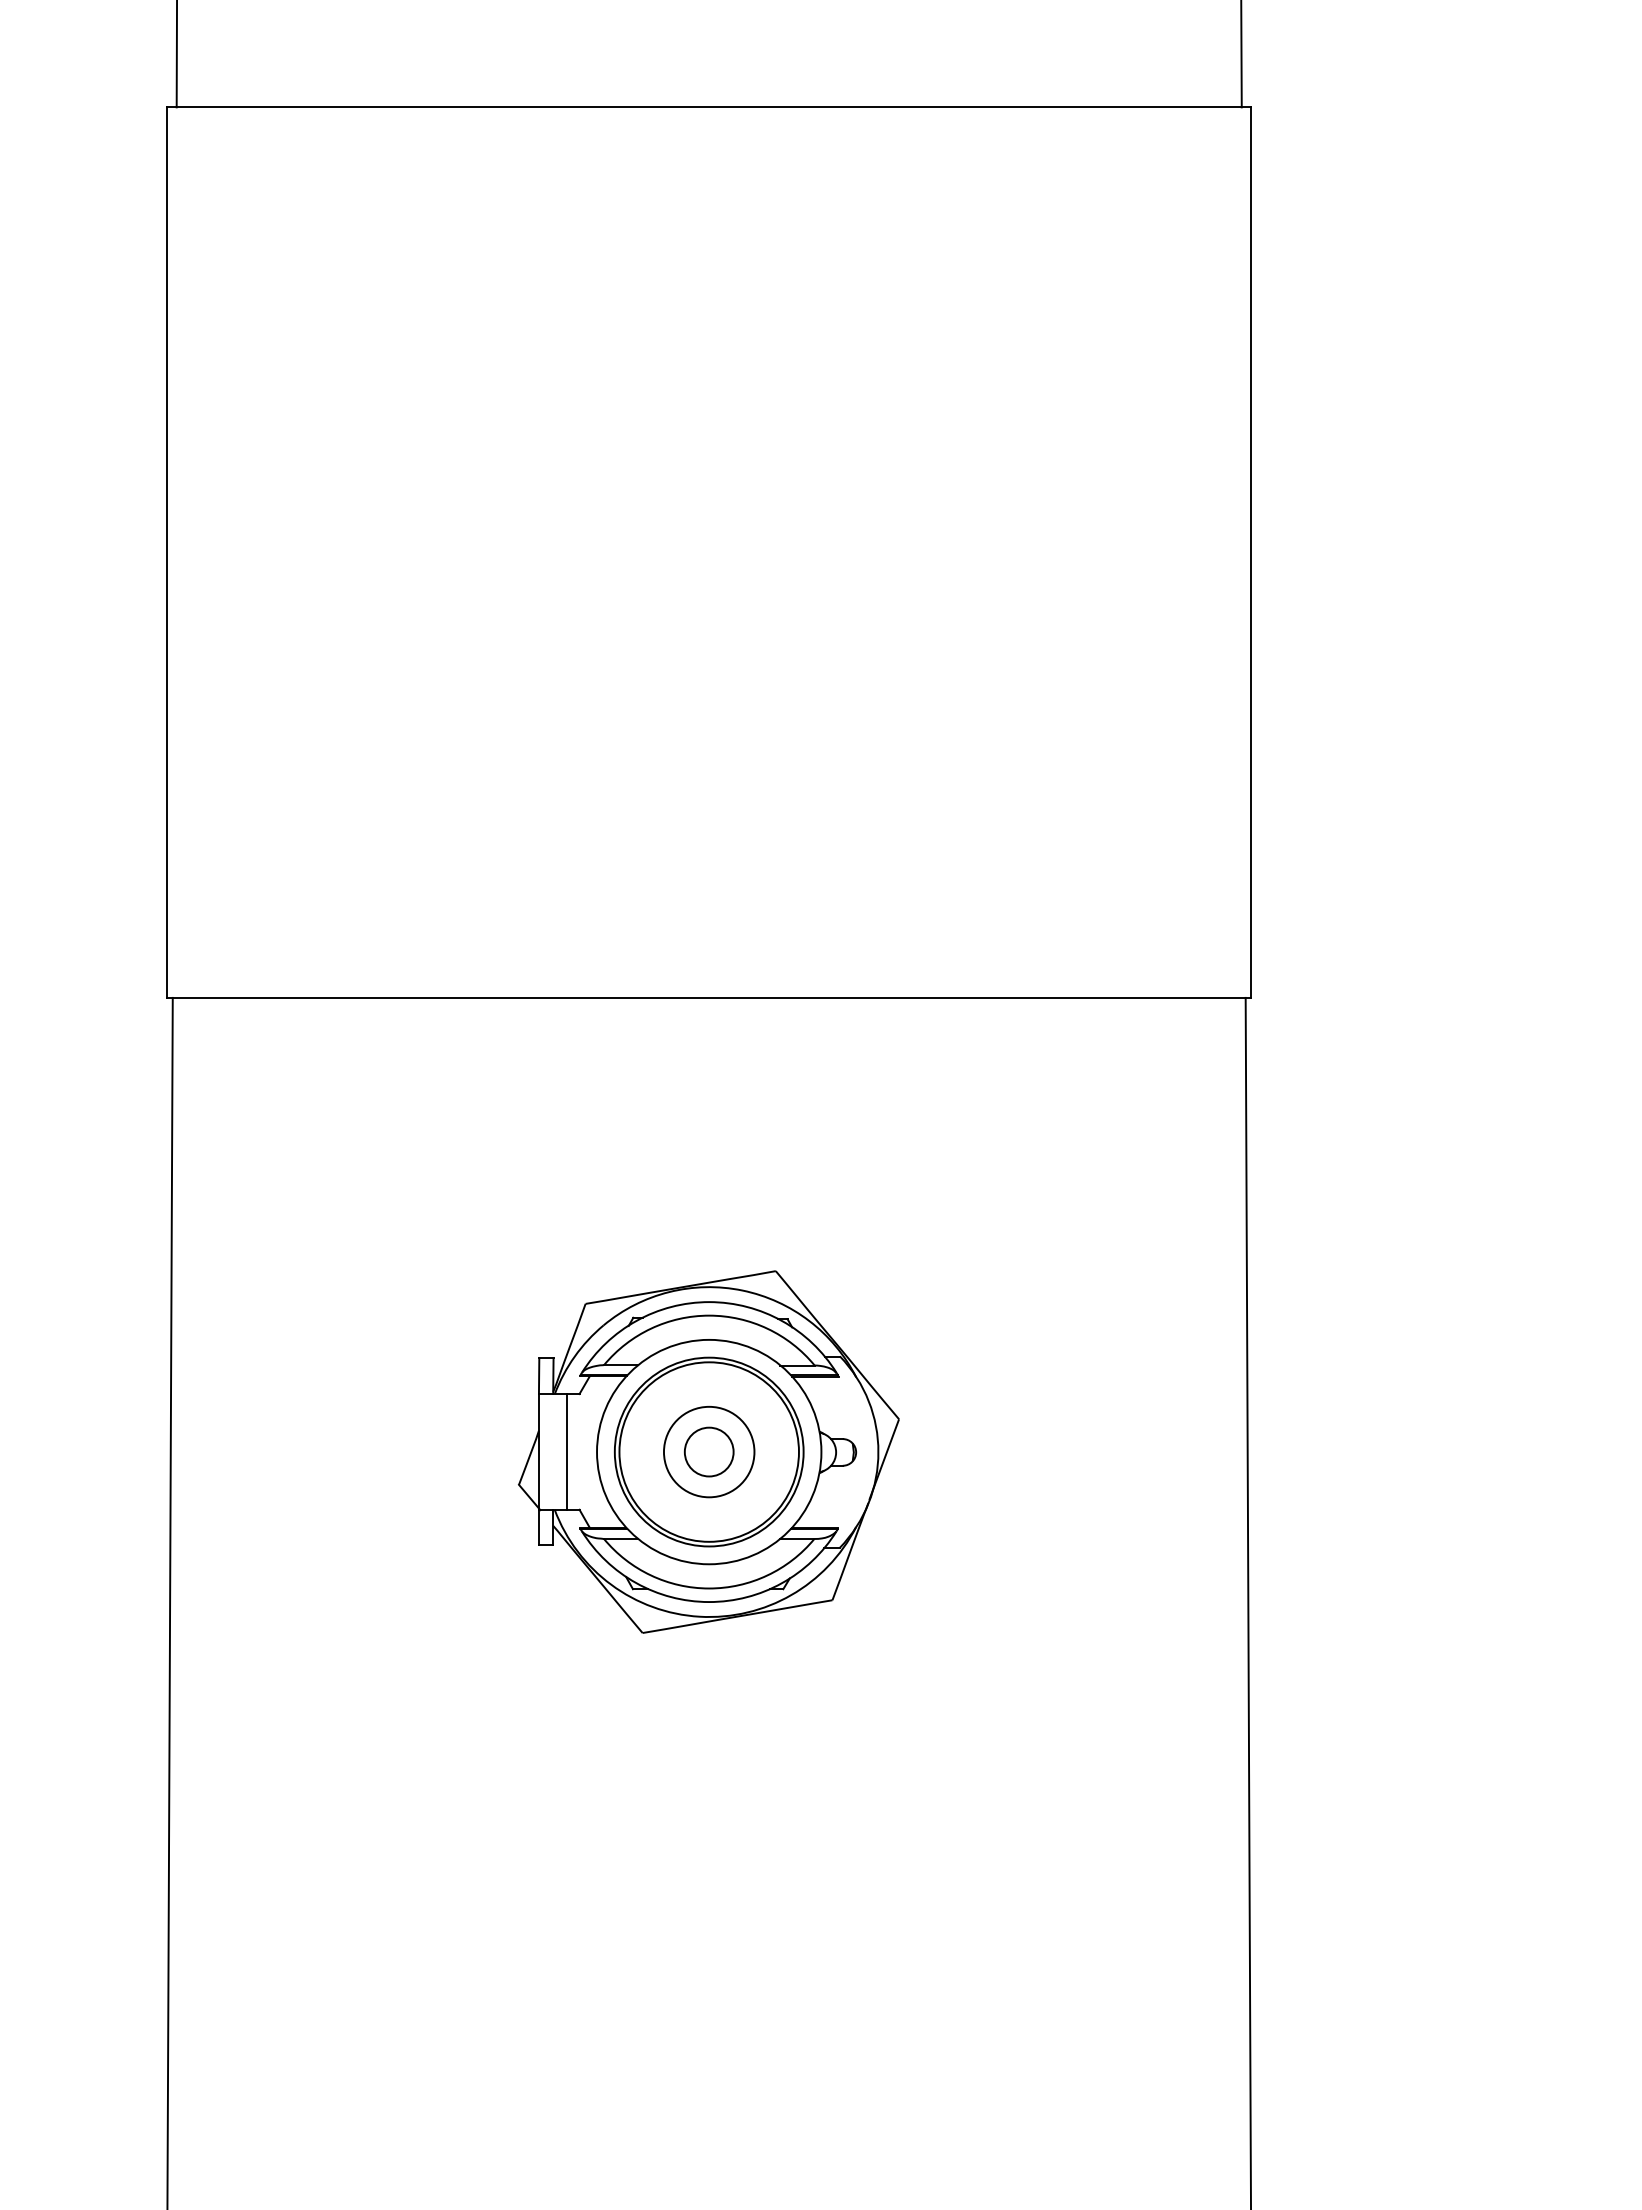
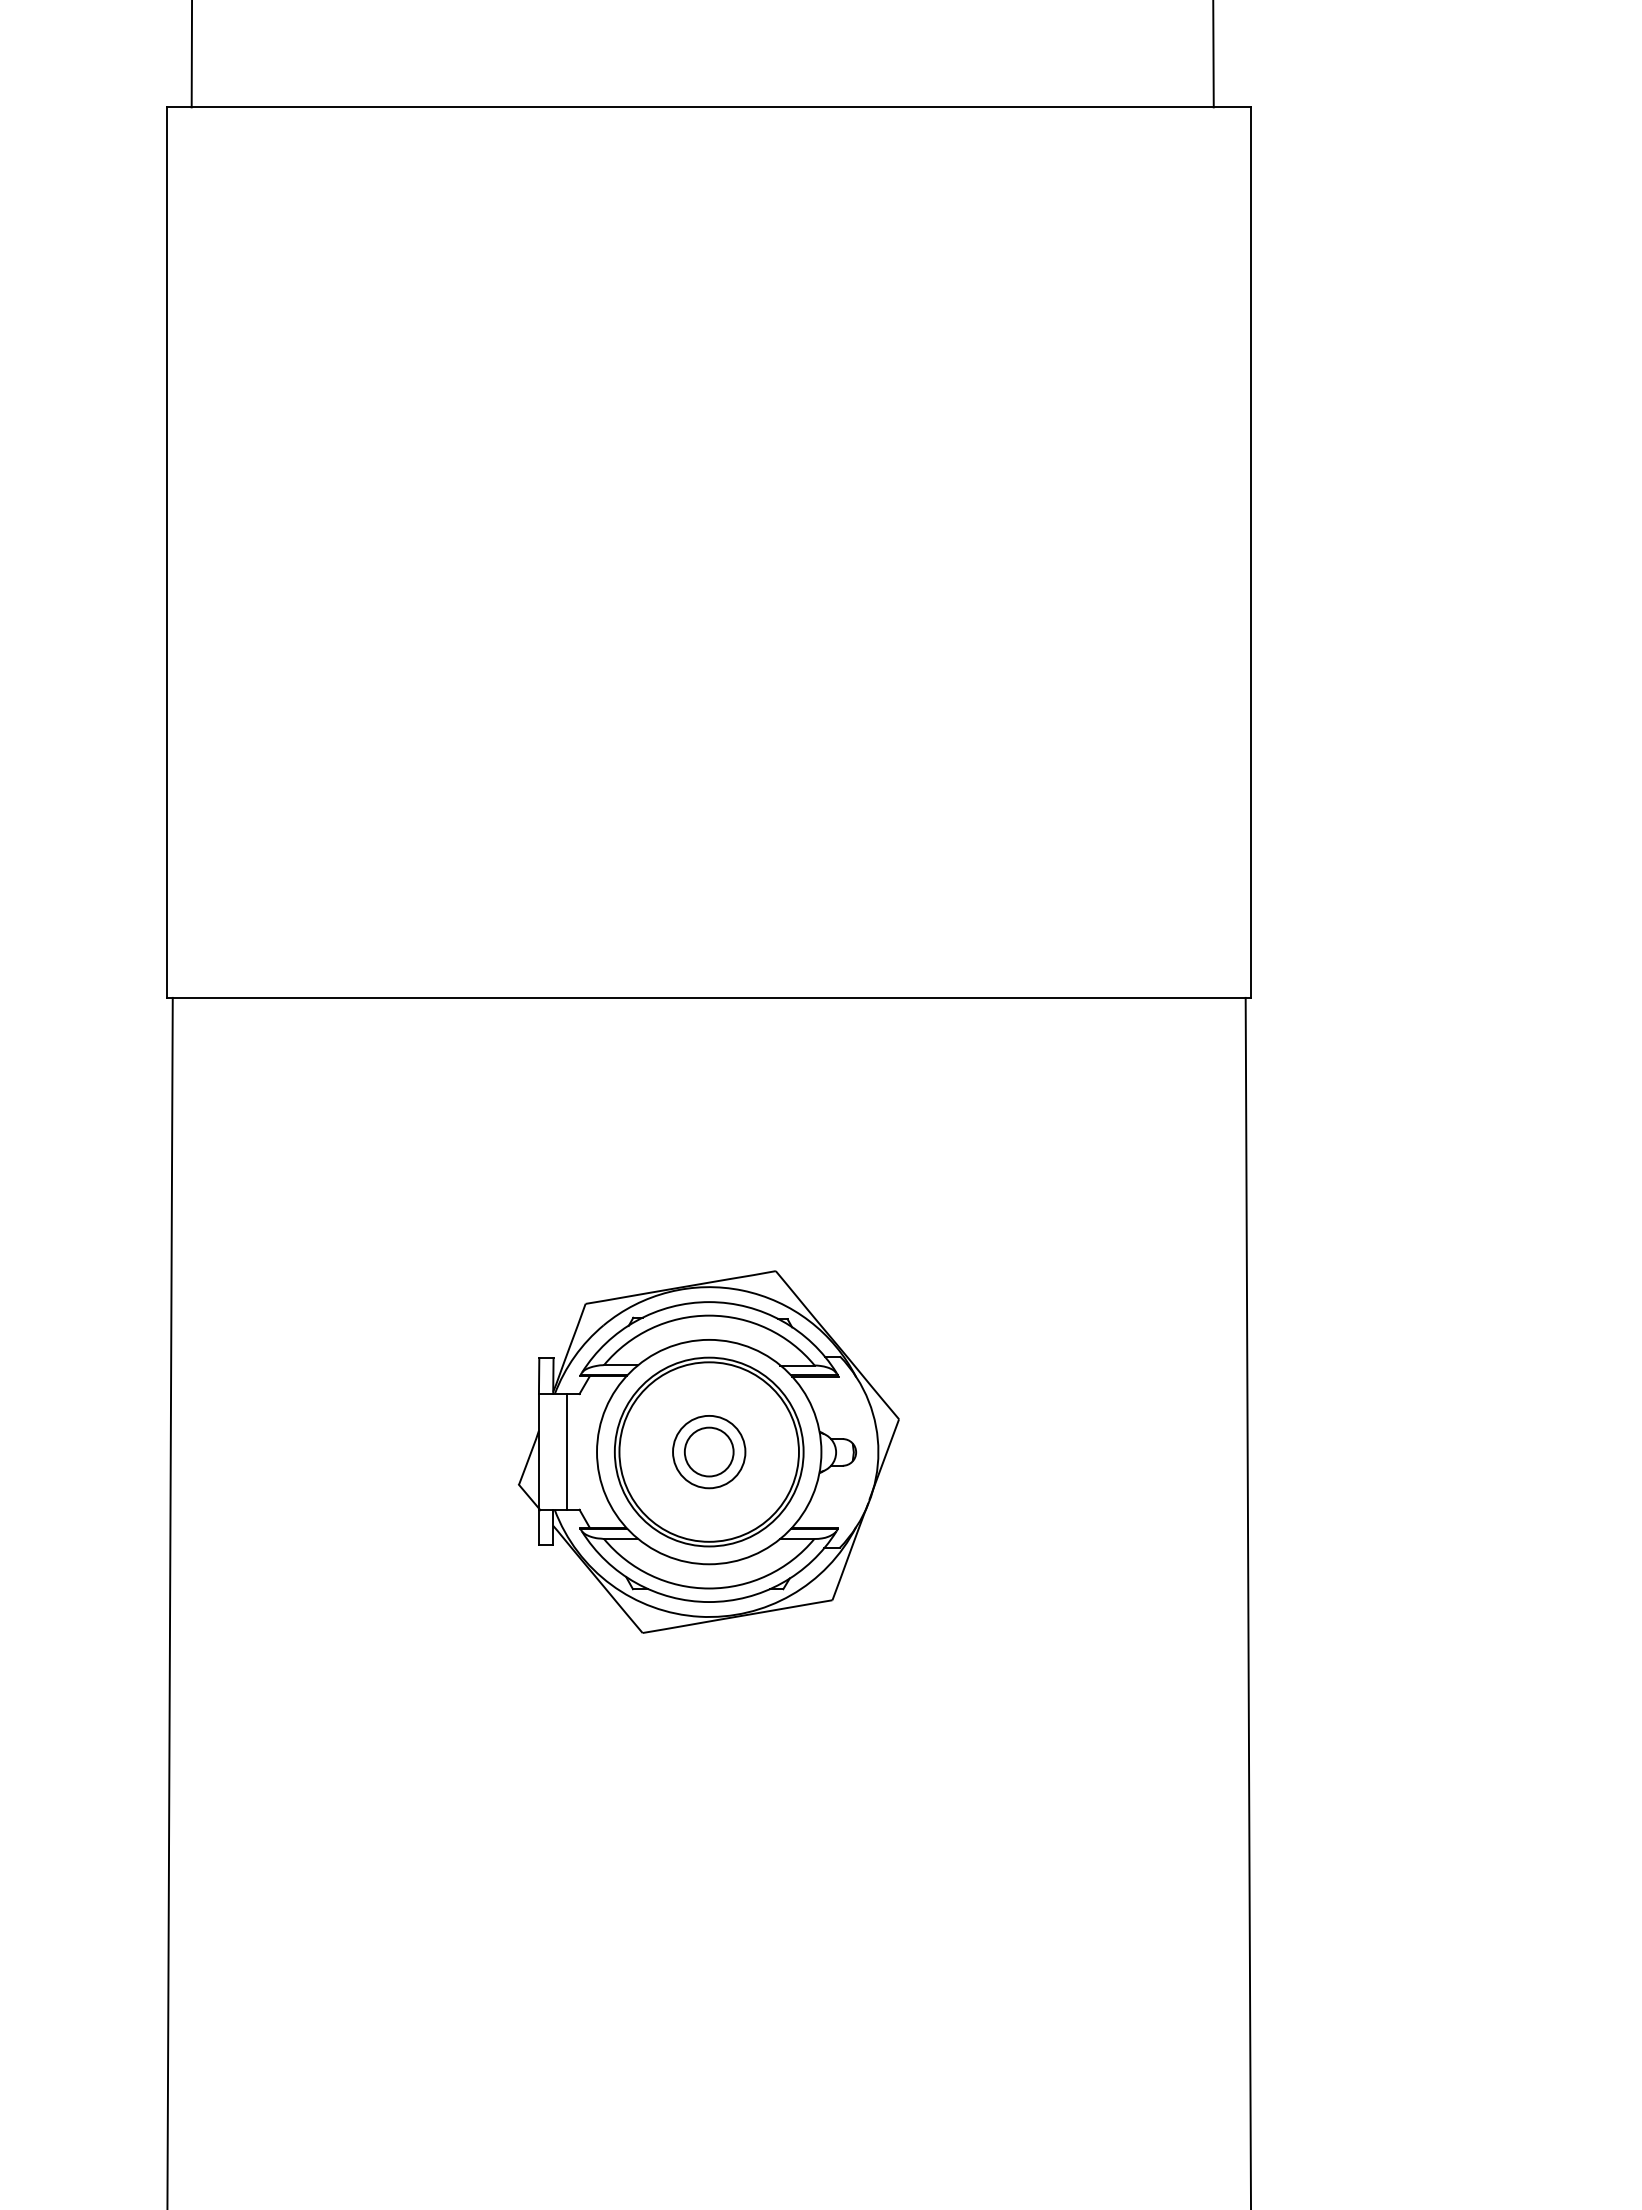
line at (176, 54) position: (176, 54) -> (191, 54)
line at (1241, 54) position: (1241, 54) -> (1213, 54)
circle at (708, 1451) diameter: 90 px -> 72 px
